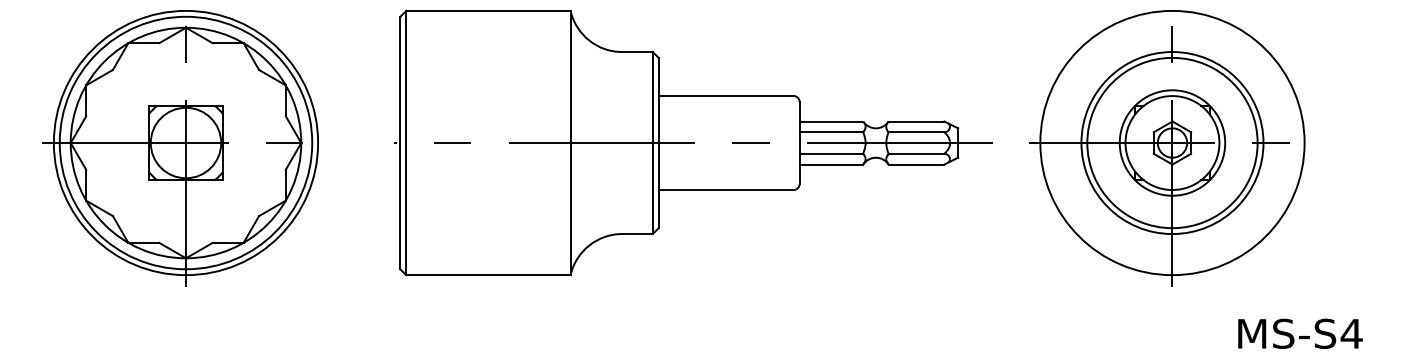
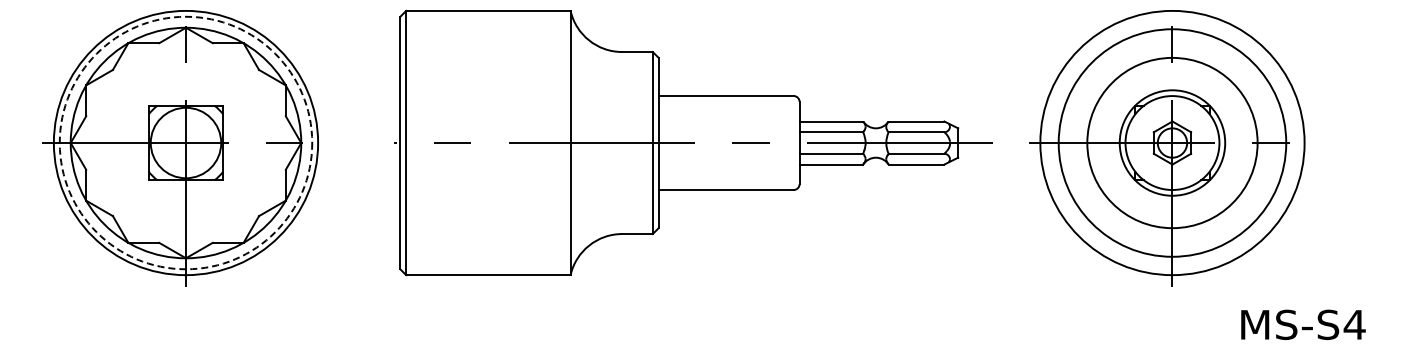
circle at (185, 142): solid -> dashed
circle at (1172, 143) diameter: 182 px -> 228 px
text at (1300, 333) position: (1300, 333) -> (1303, 324)
